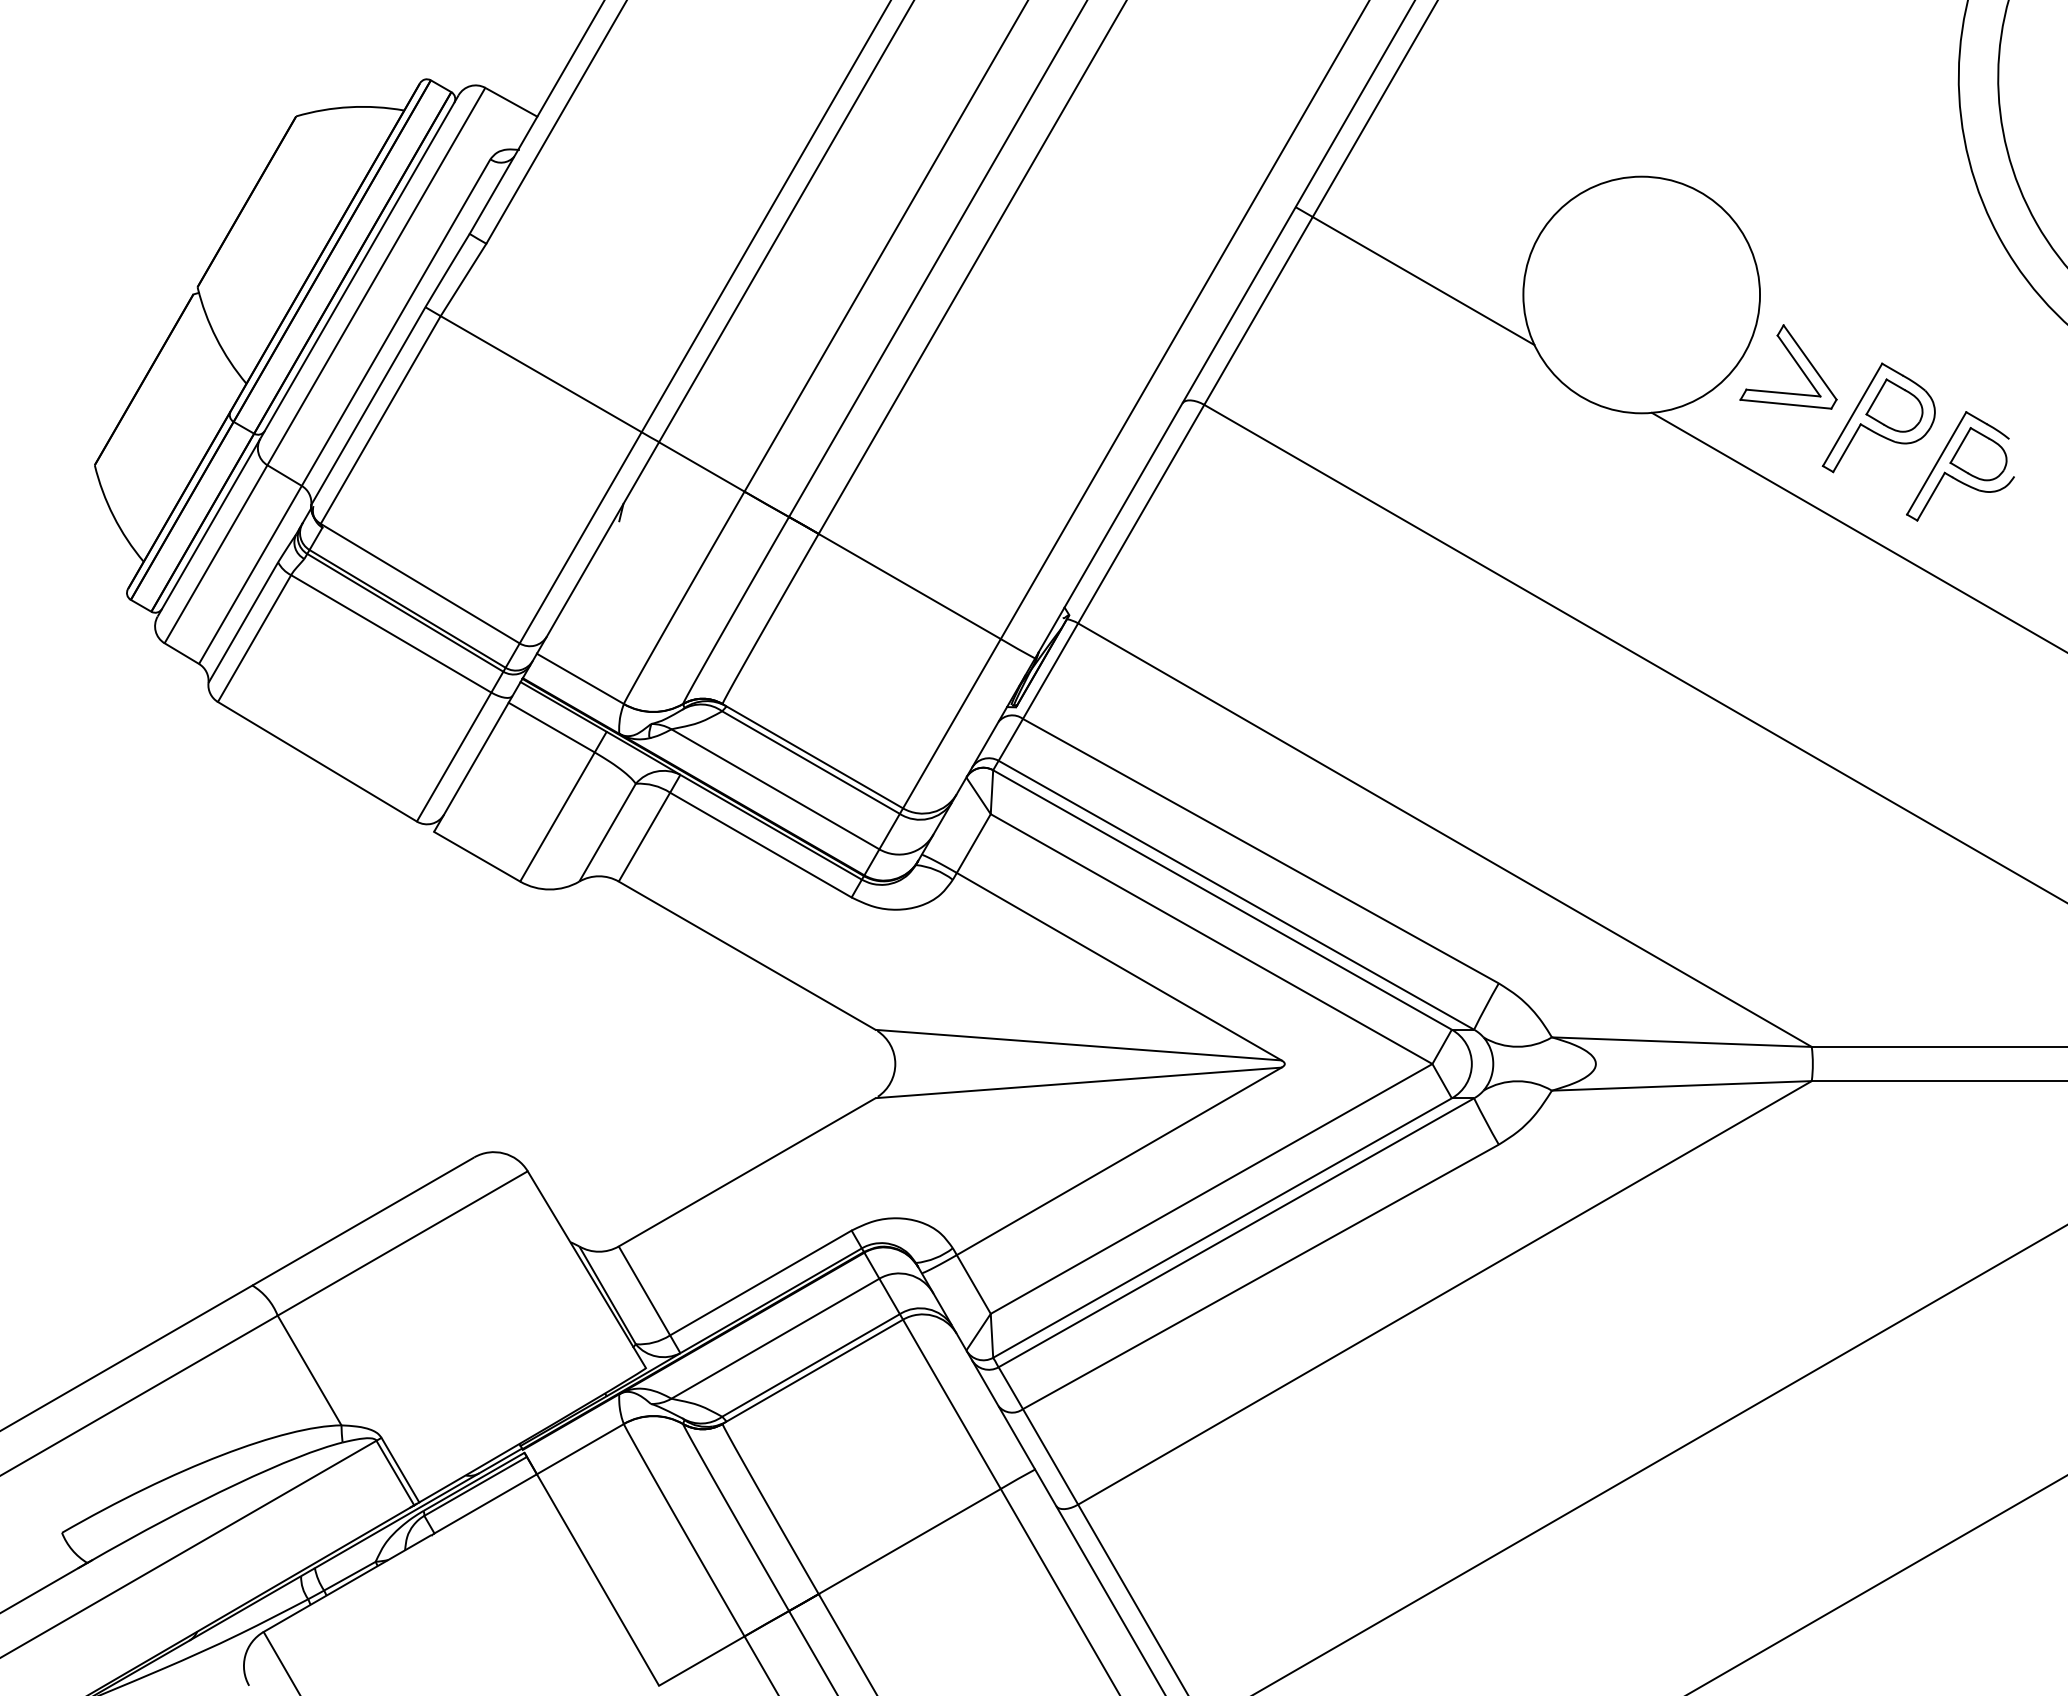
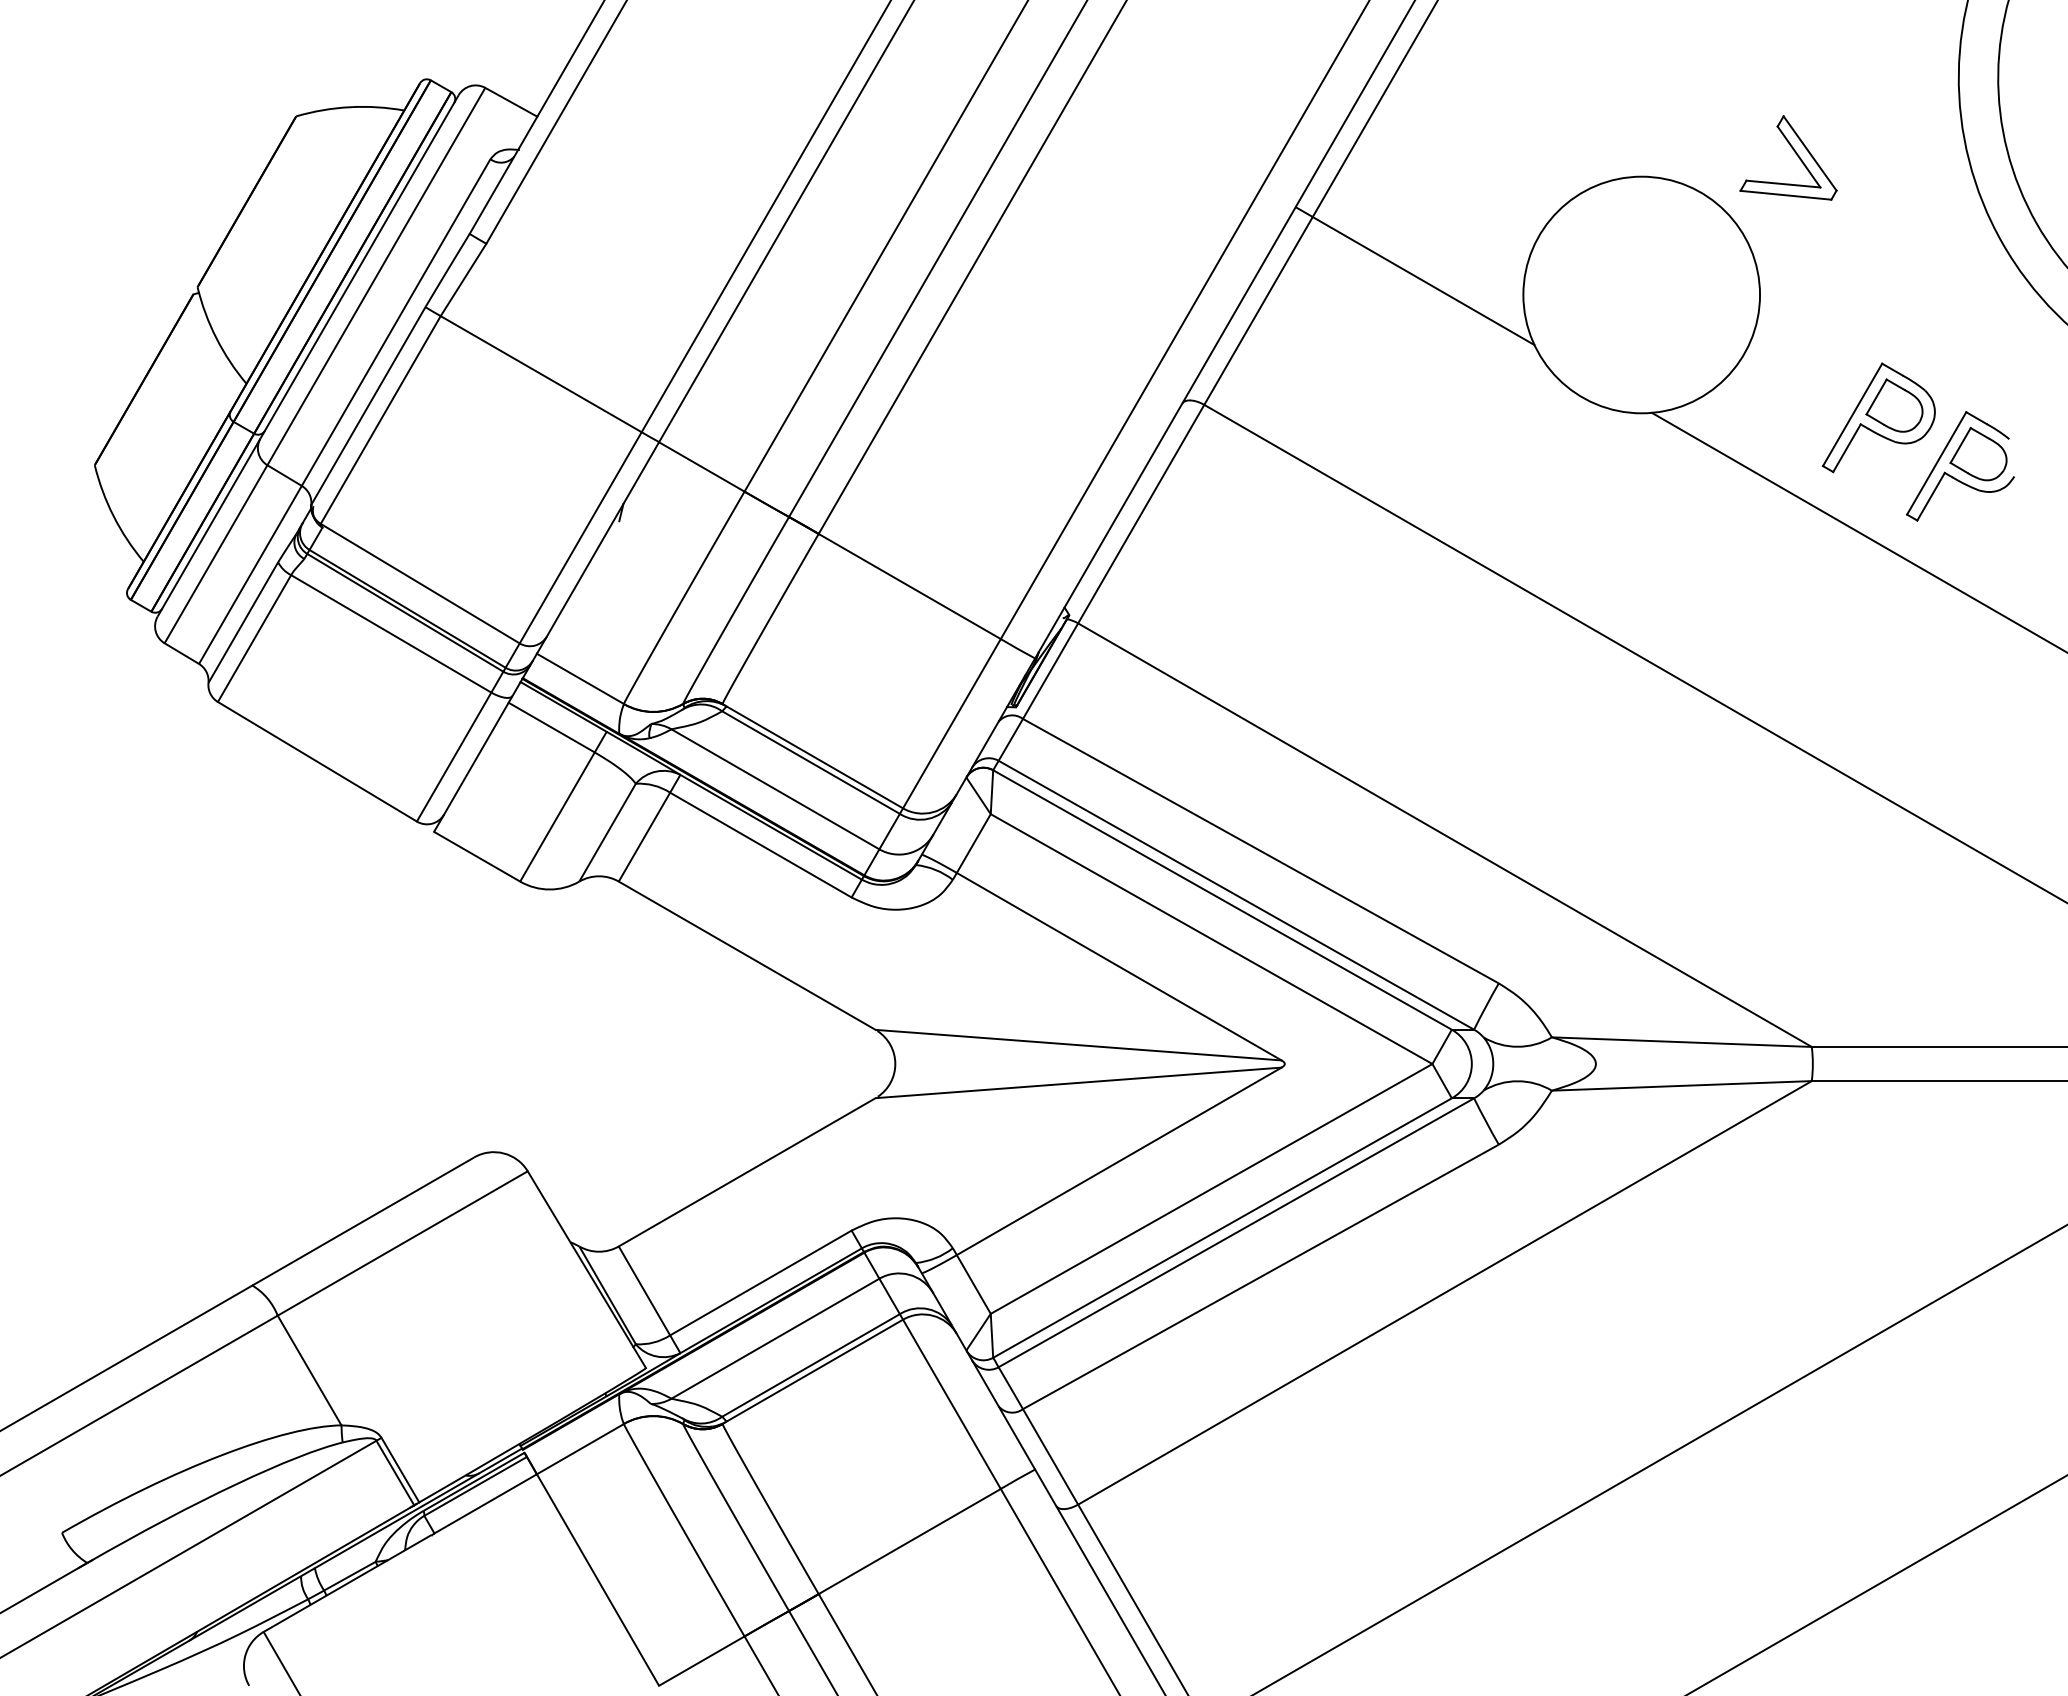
part at (1794, 361) position: (1794, 361) -> (1794, 152)
